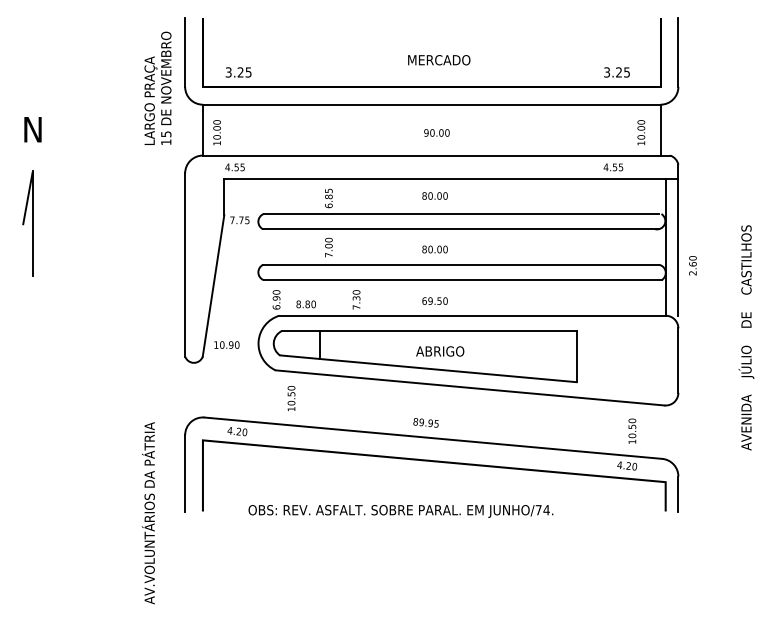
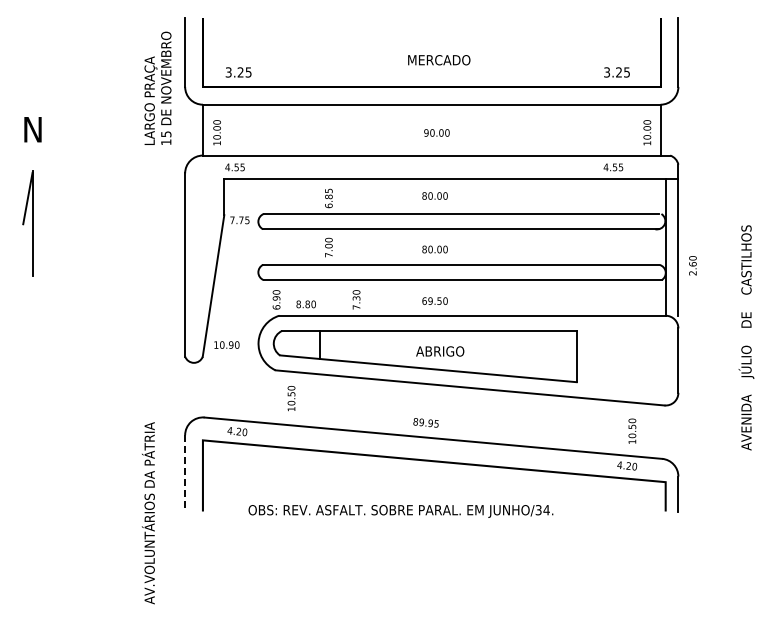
text at (641, 132) position: (641, 132) -> (647, 132)
line at (185, 473): solid -> dashed
text at (538, 510): JUNHO/74. -> JUNHO/34.
